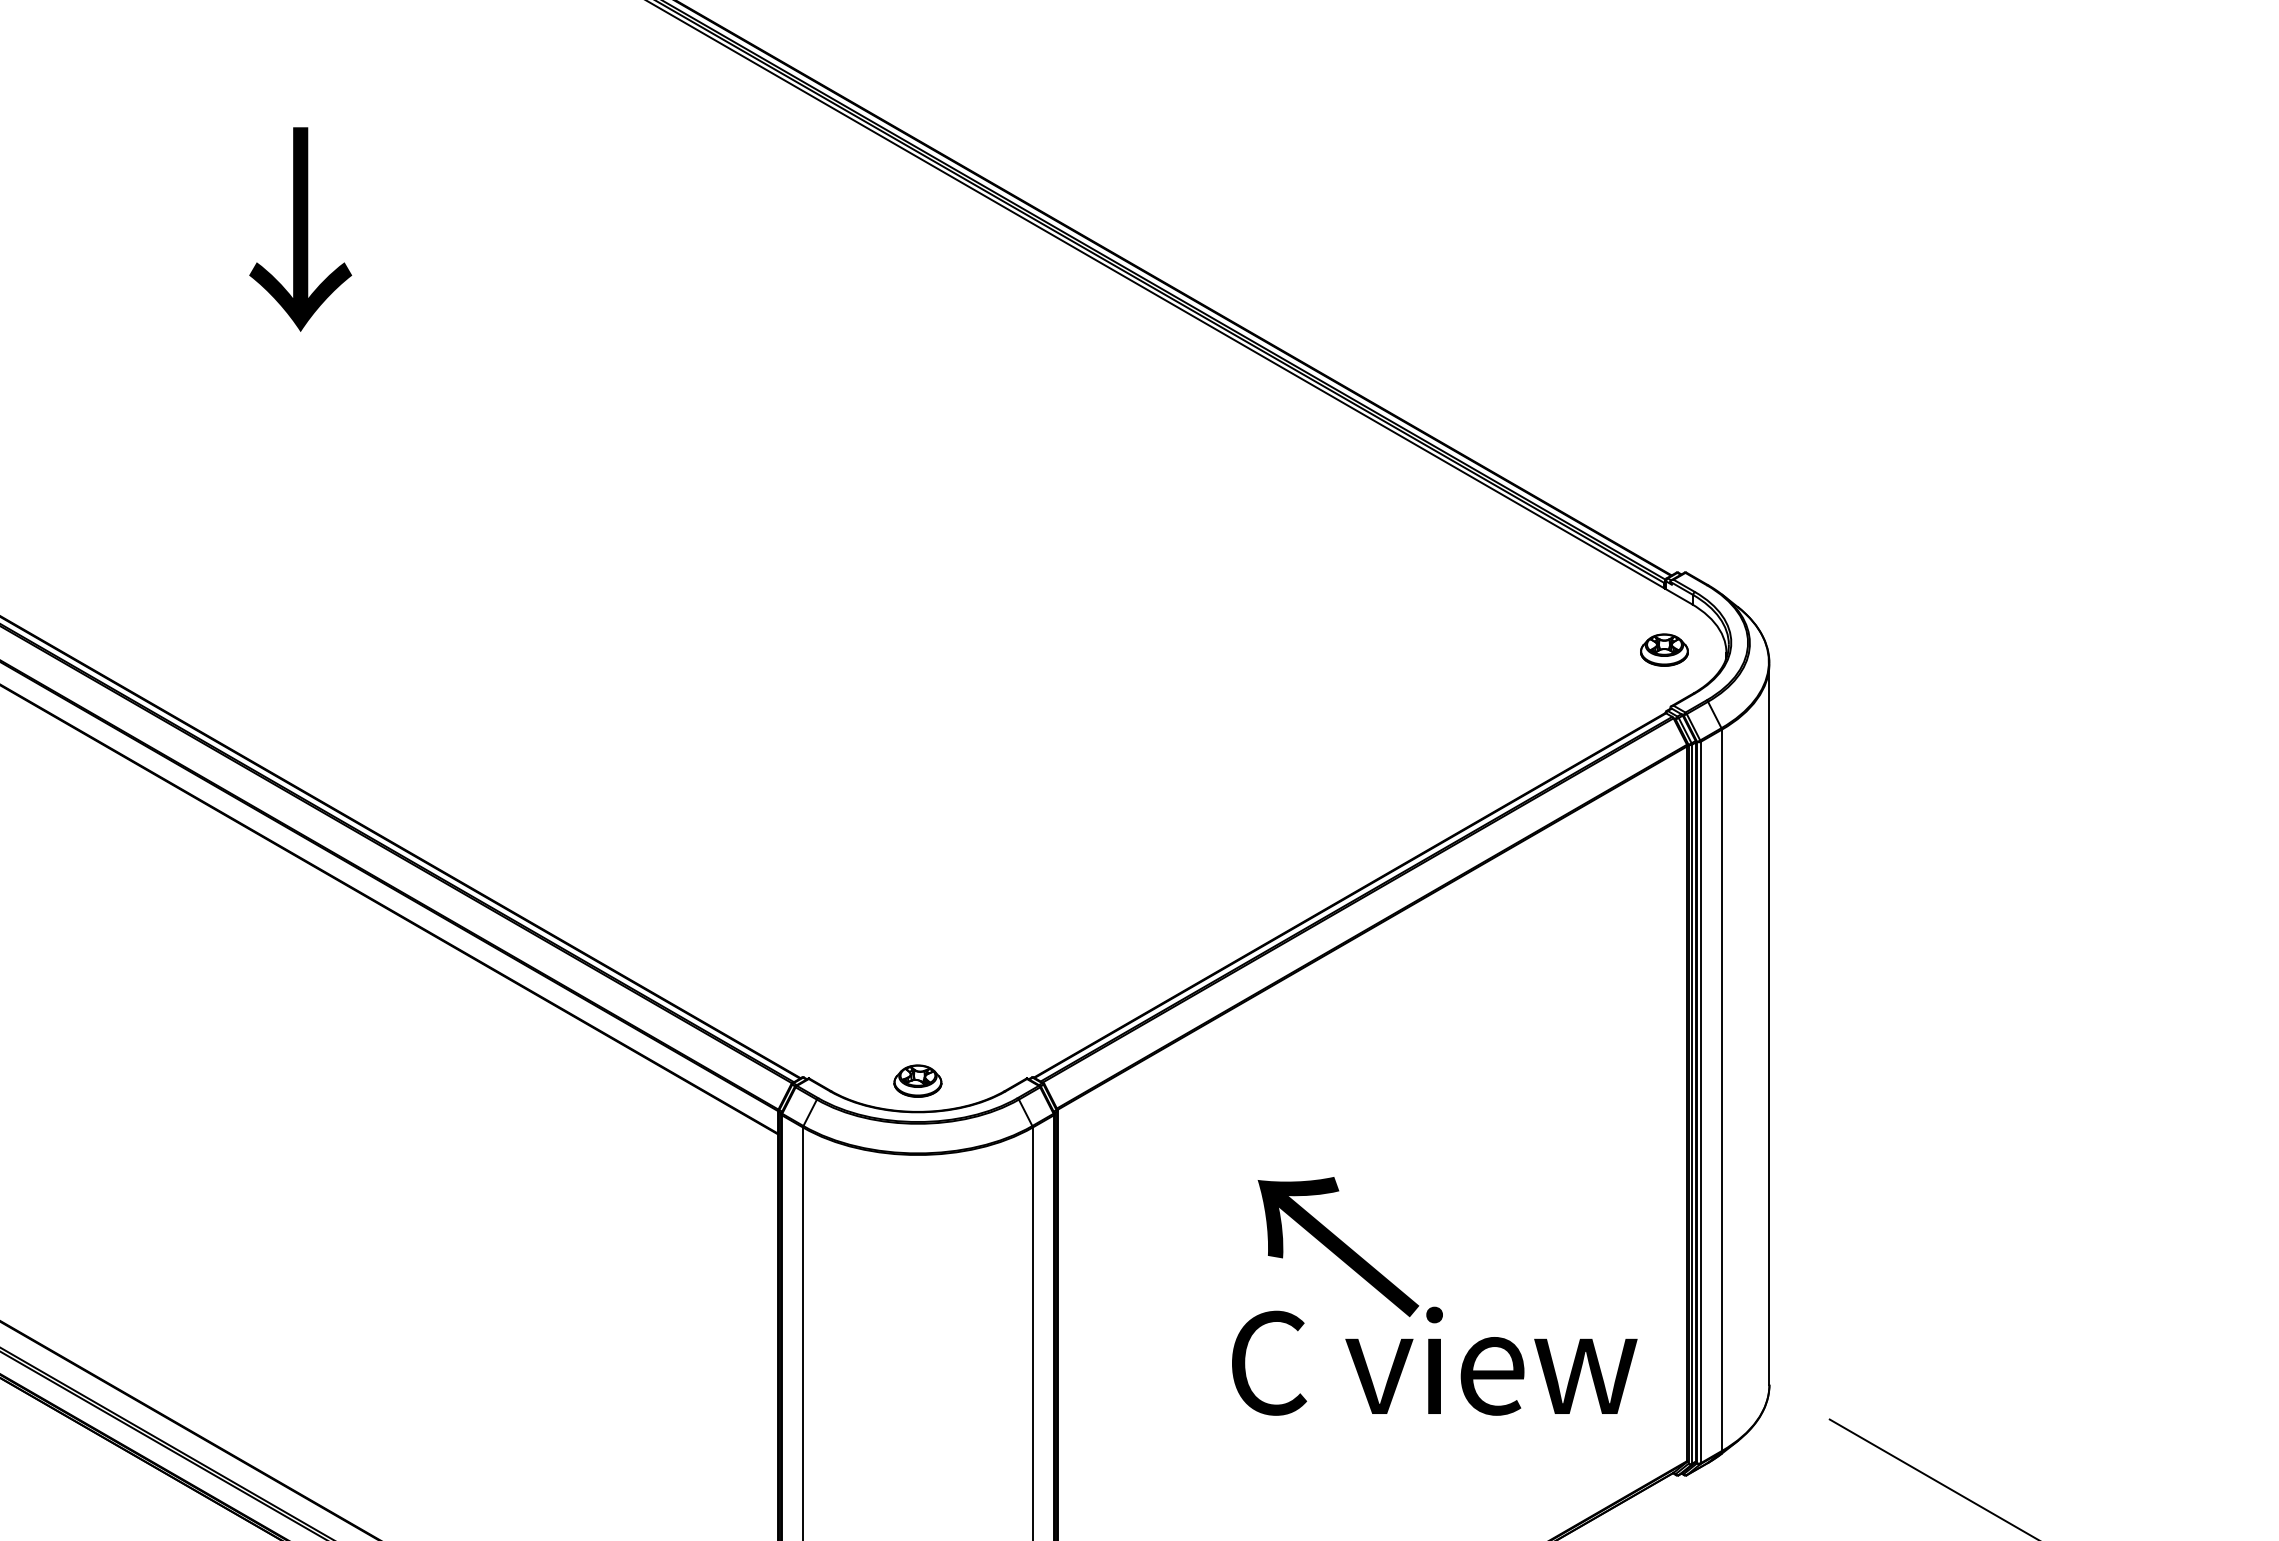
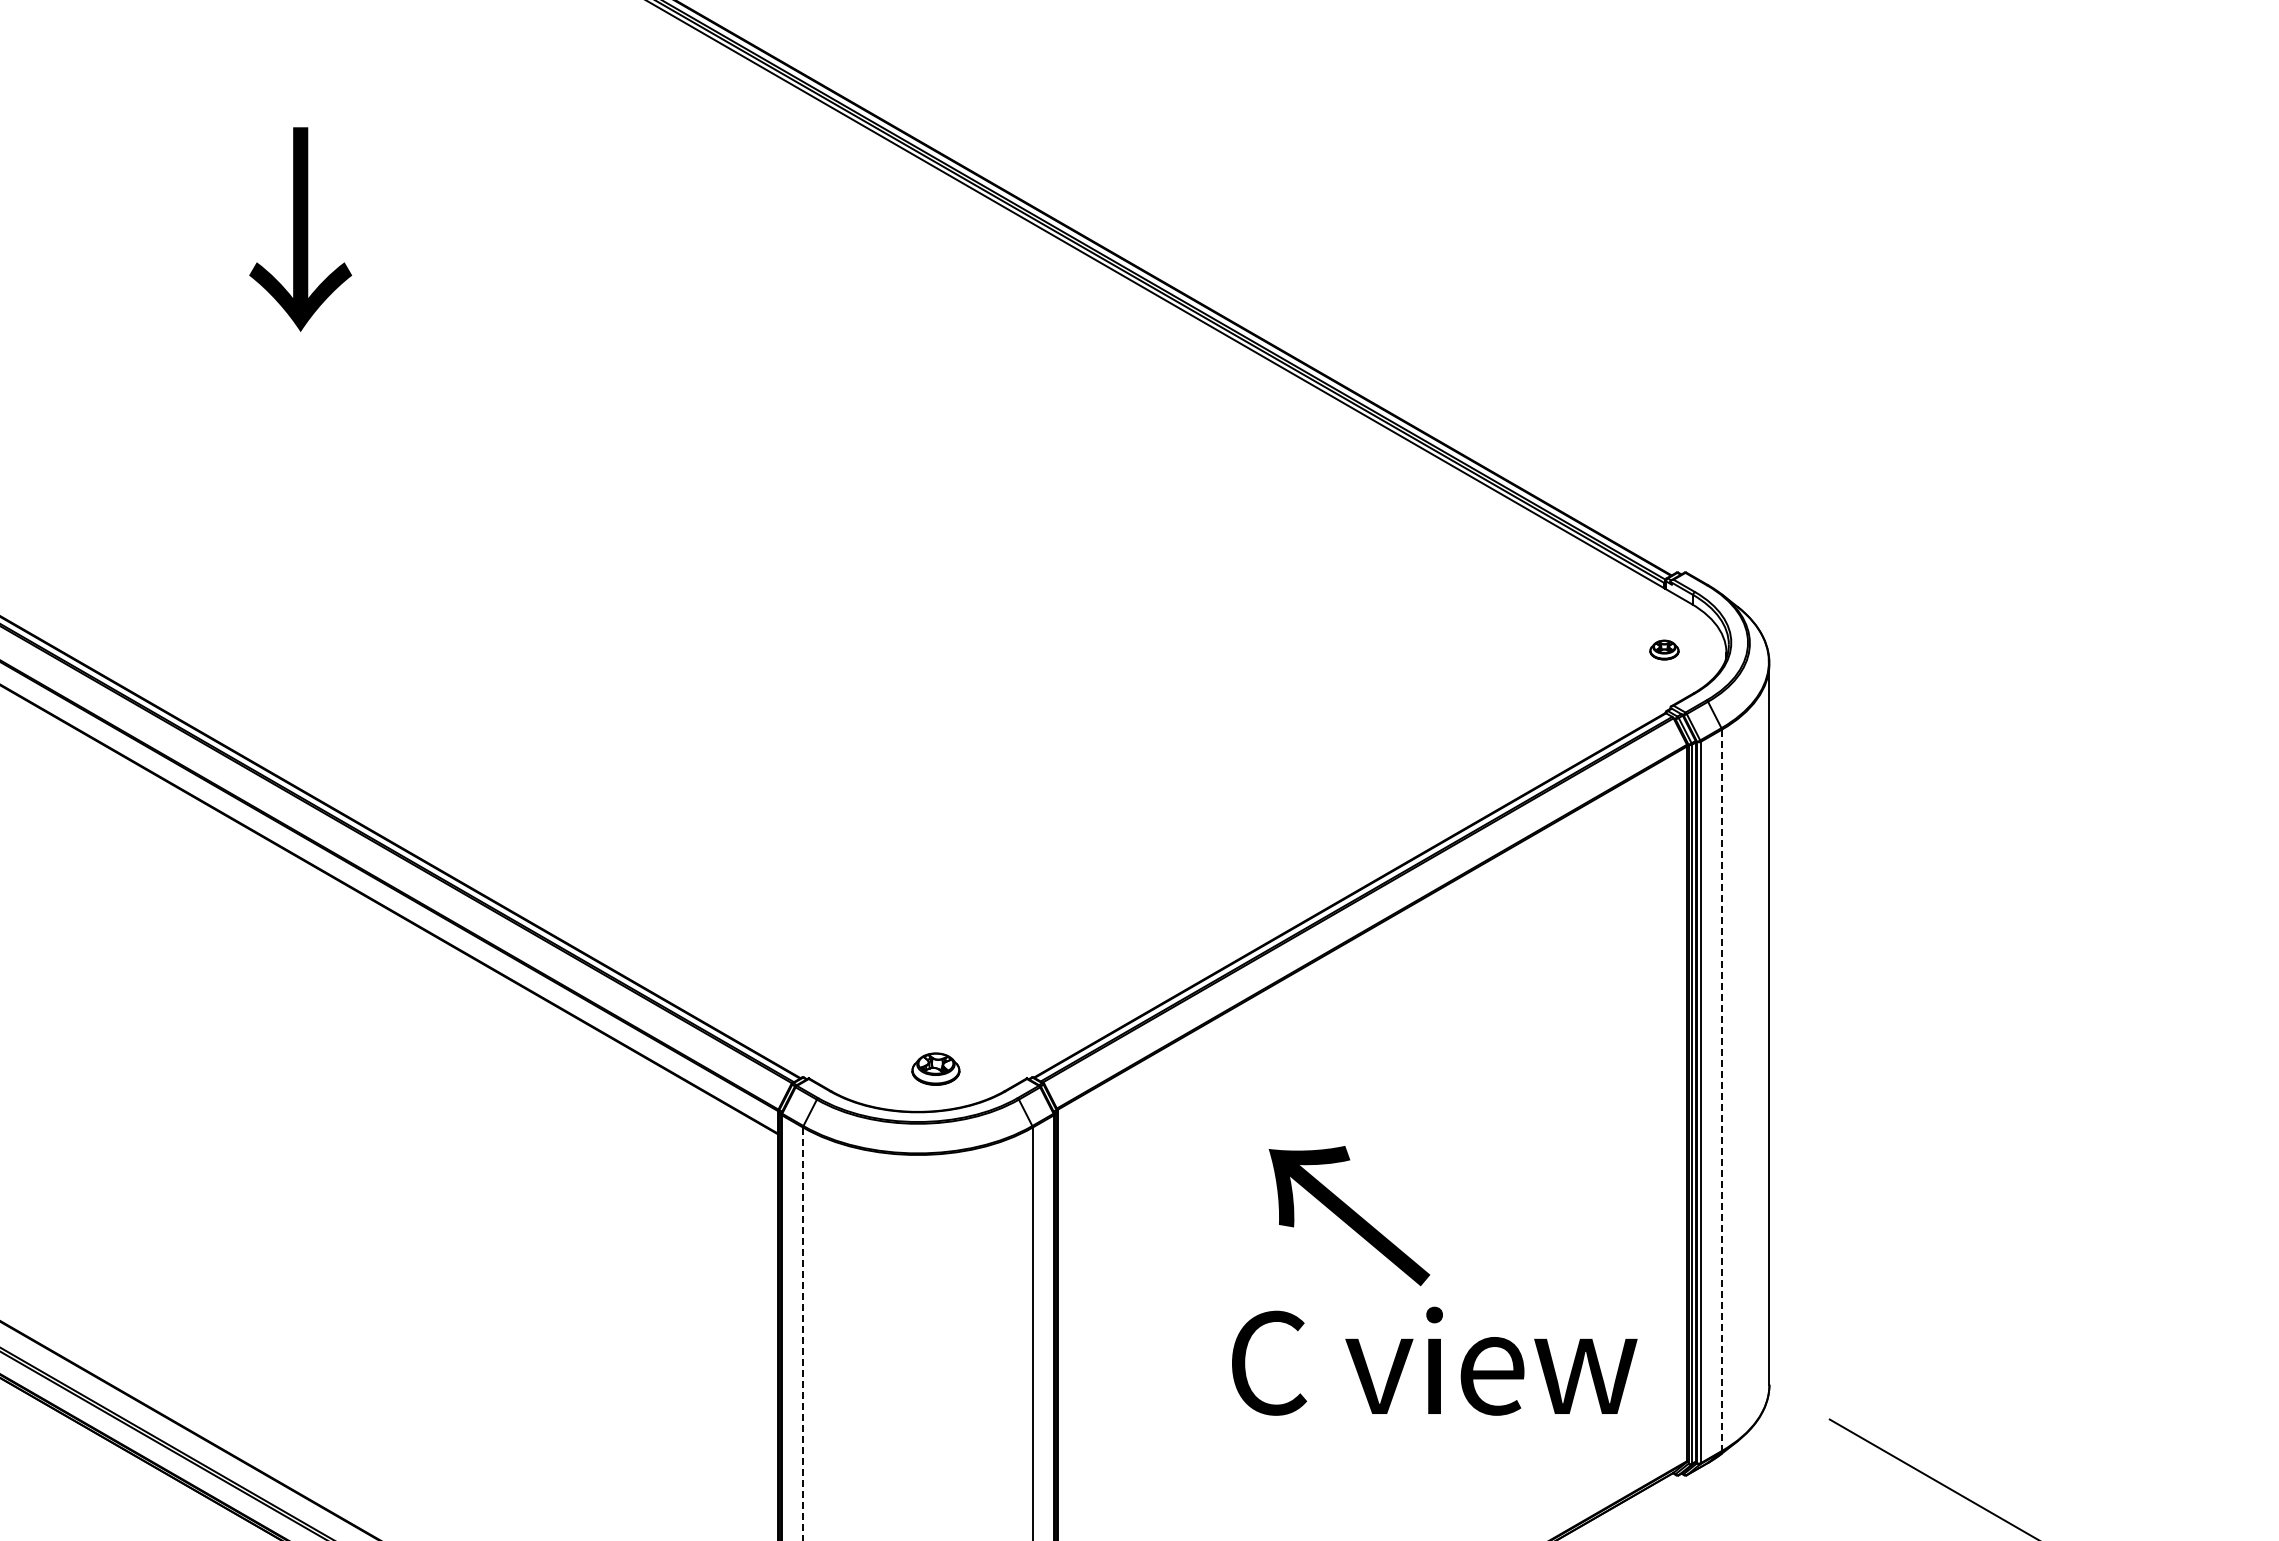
part at (1664, 649) size: 49x34 px -> 31x22 px
part at (917, 1080) position: (917, 1080) -> (935, 1068)
line at (1721, 1090): solid -> dashed
text at (1338, 1247) position: (1338, 1247) -> (1349, 1216)
line at (803, 1334): solid -> dashed
